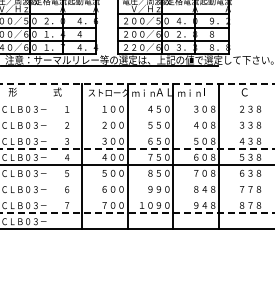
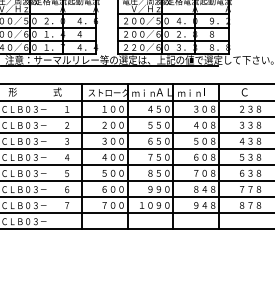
line at (138, 84): dashed -> solid
line at (136, 100): none -> present
line at (136, 116): none -> present
line at (136, 132): none -> present
line at (138, 148): dashed -> solid
line at (136, 180): none -> present
line at (136, 196): none -> present
line at (138, 212): dashed -> solid
